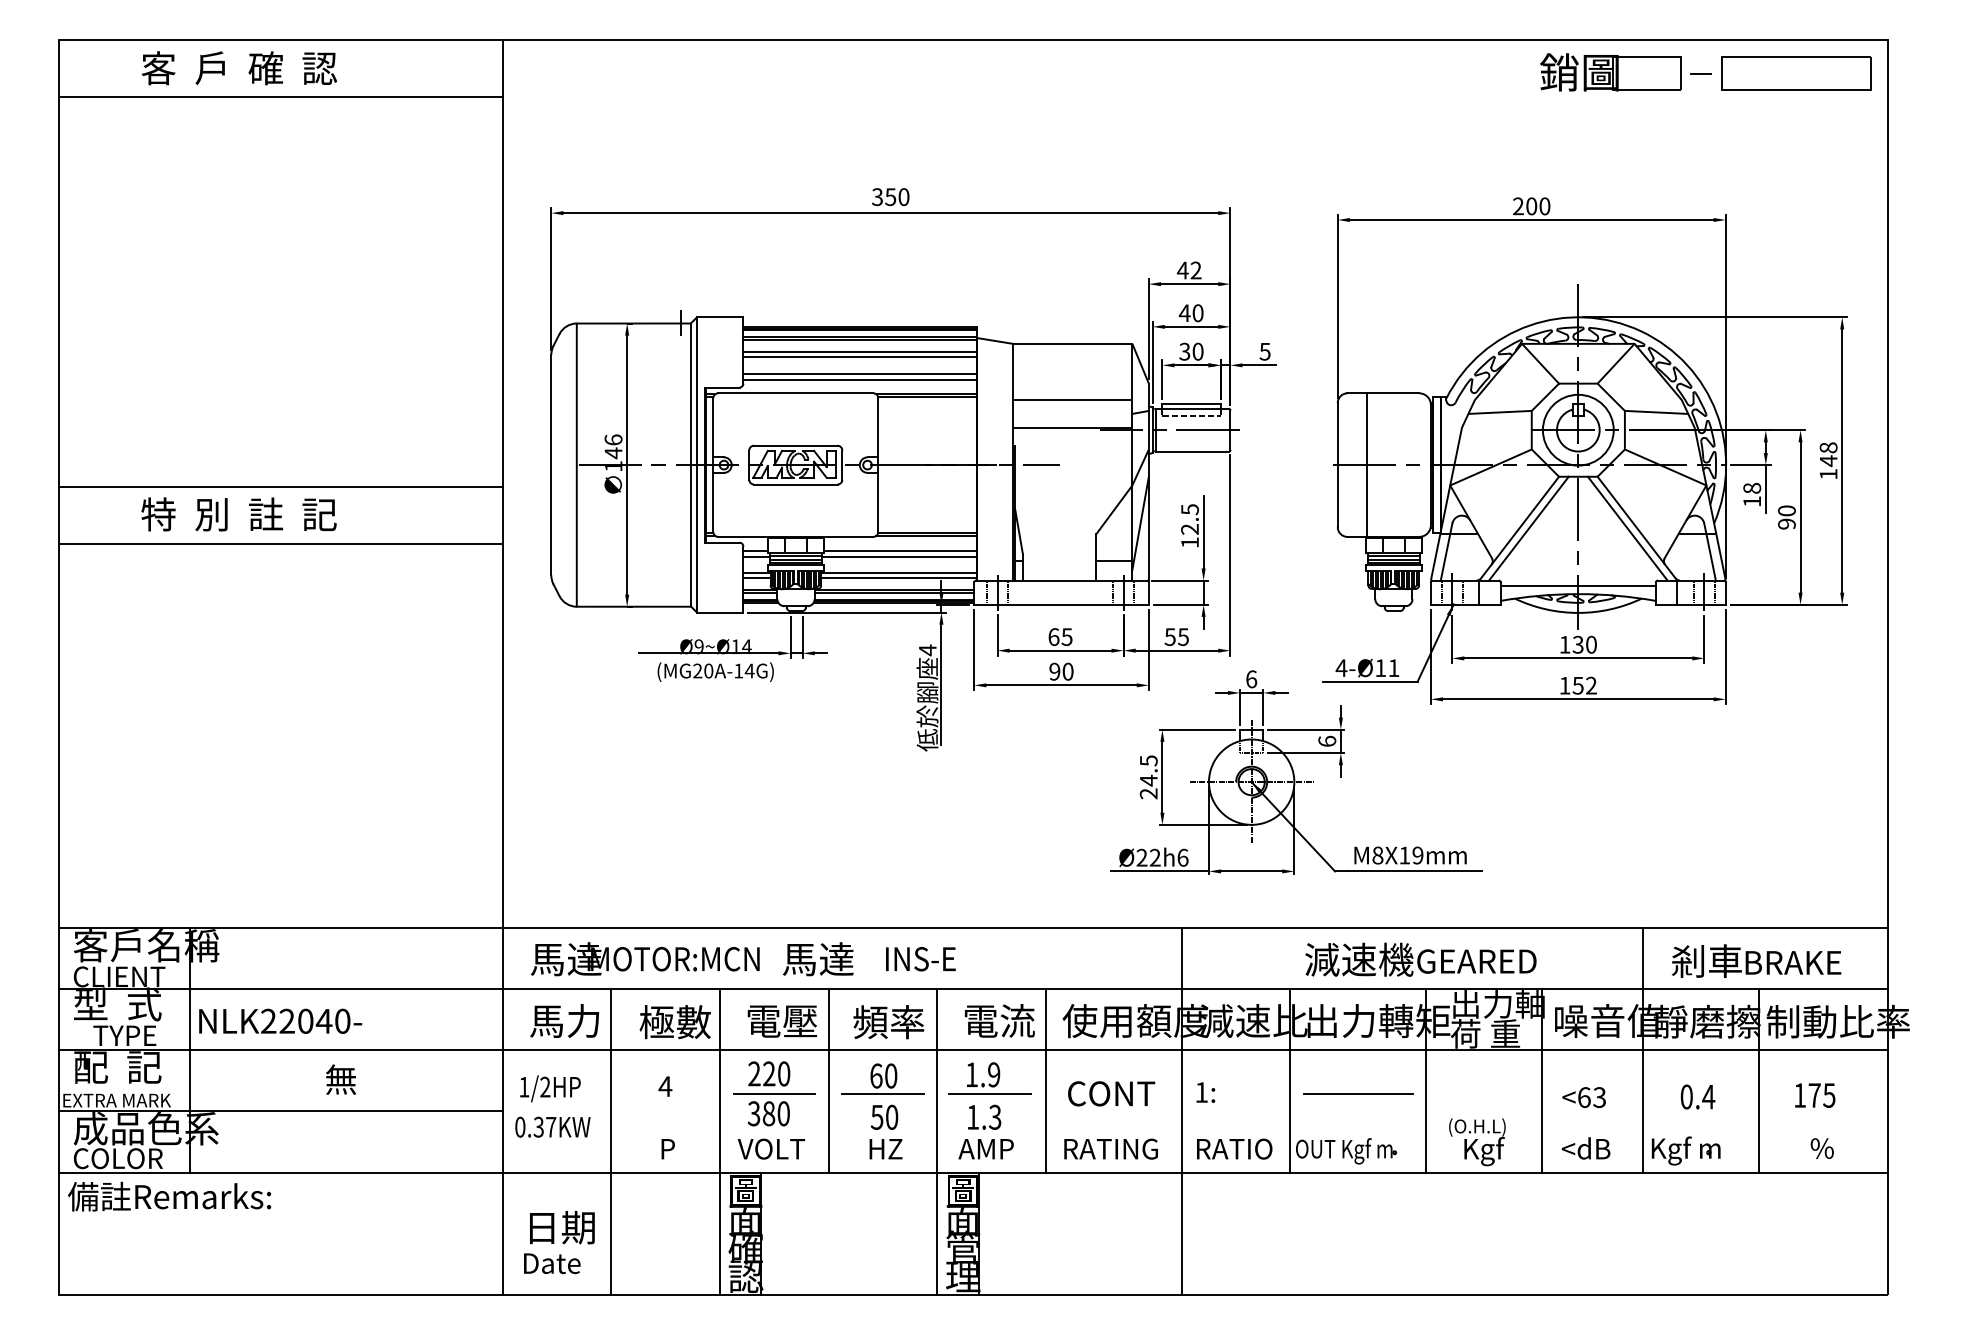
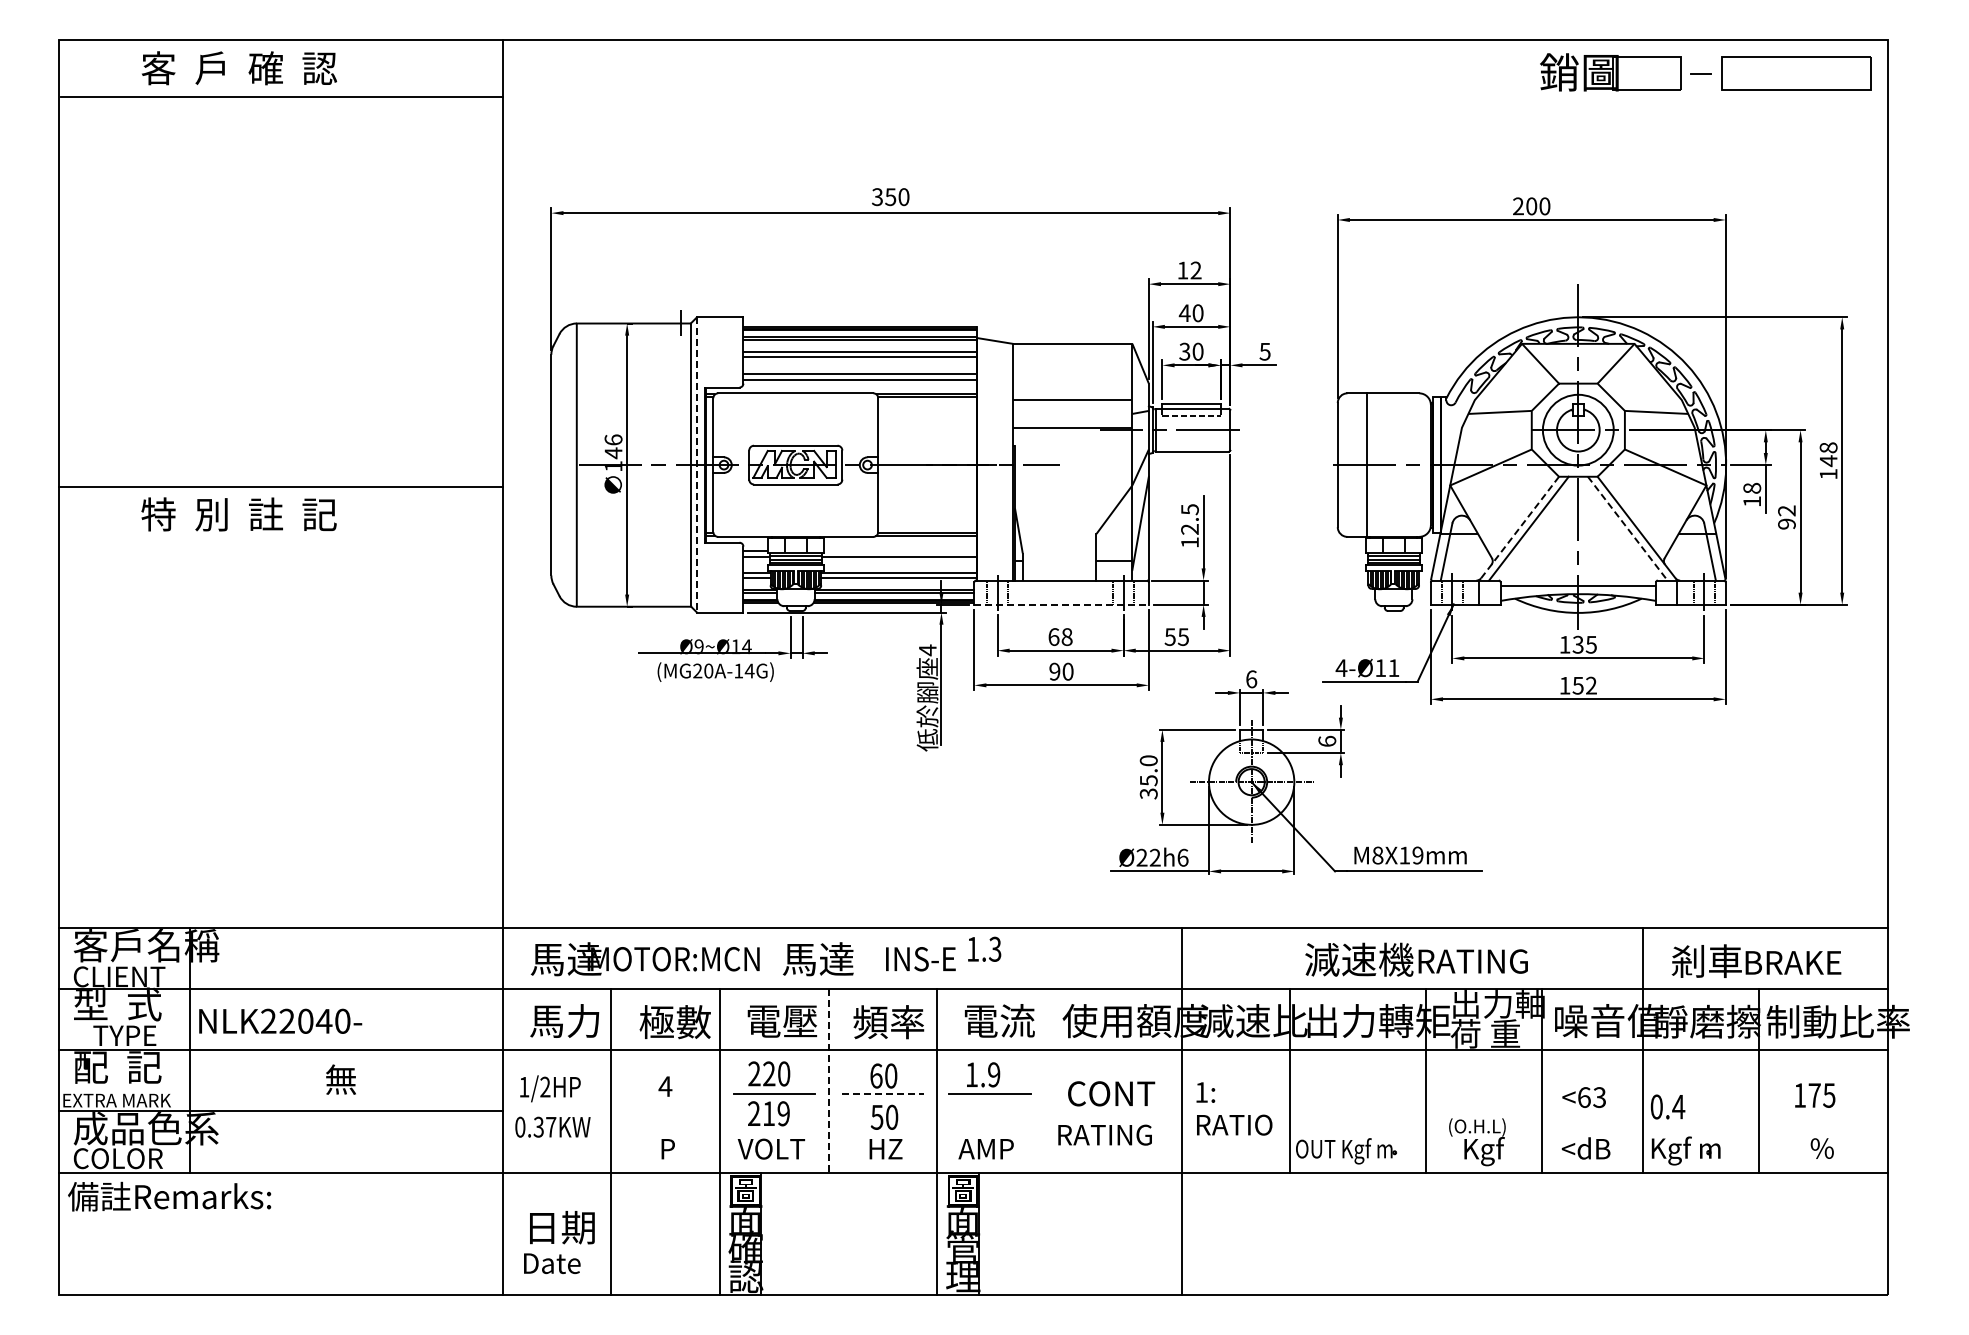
text at (1182, 270): 42 -> 12
line at (697, 464): solid -> dashed
text at (1786, 510): 90 -> 92
line at (1520, 527): solid -> dashed
line at (1628, 529): solid -> dashed
line at (280, 544): present -> none
line at (900, 550): present -> none
line at (1062, 604): solid -> dashed
text at (1066, 636): 65 -> 68
text at (1590, 644): 130 -> 135
text at (1148, 777): 24.5 -> 35.0
text at (1476, 961): GEARED -> RATING
line at (828, 1080): solid -> dashed
line at (1045, 1080): present -> none
line at (882, 1094): solid -> dashed
line at (1357, 1094): present -> none
text at (1697, 1096) position: (1697, 1096) -> (1667, 1106)
text at (768, 1113): 380 -> 219
text at (984, 1116) position: (984, 1116) -> (984, 948)
text at (1110, 1148) position: (1110, 1148) -> (1104, 1134)
text at (1234, 1148) position: (1234, 1148) -> (1234, 1124)
